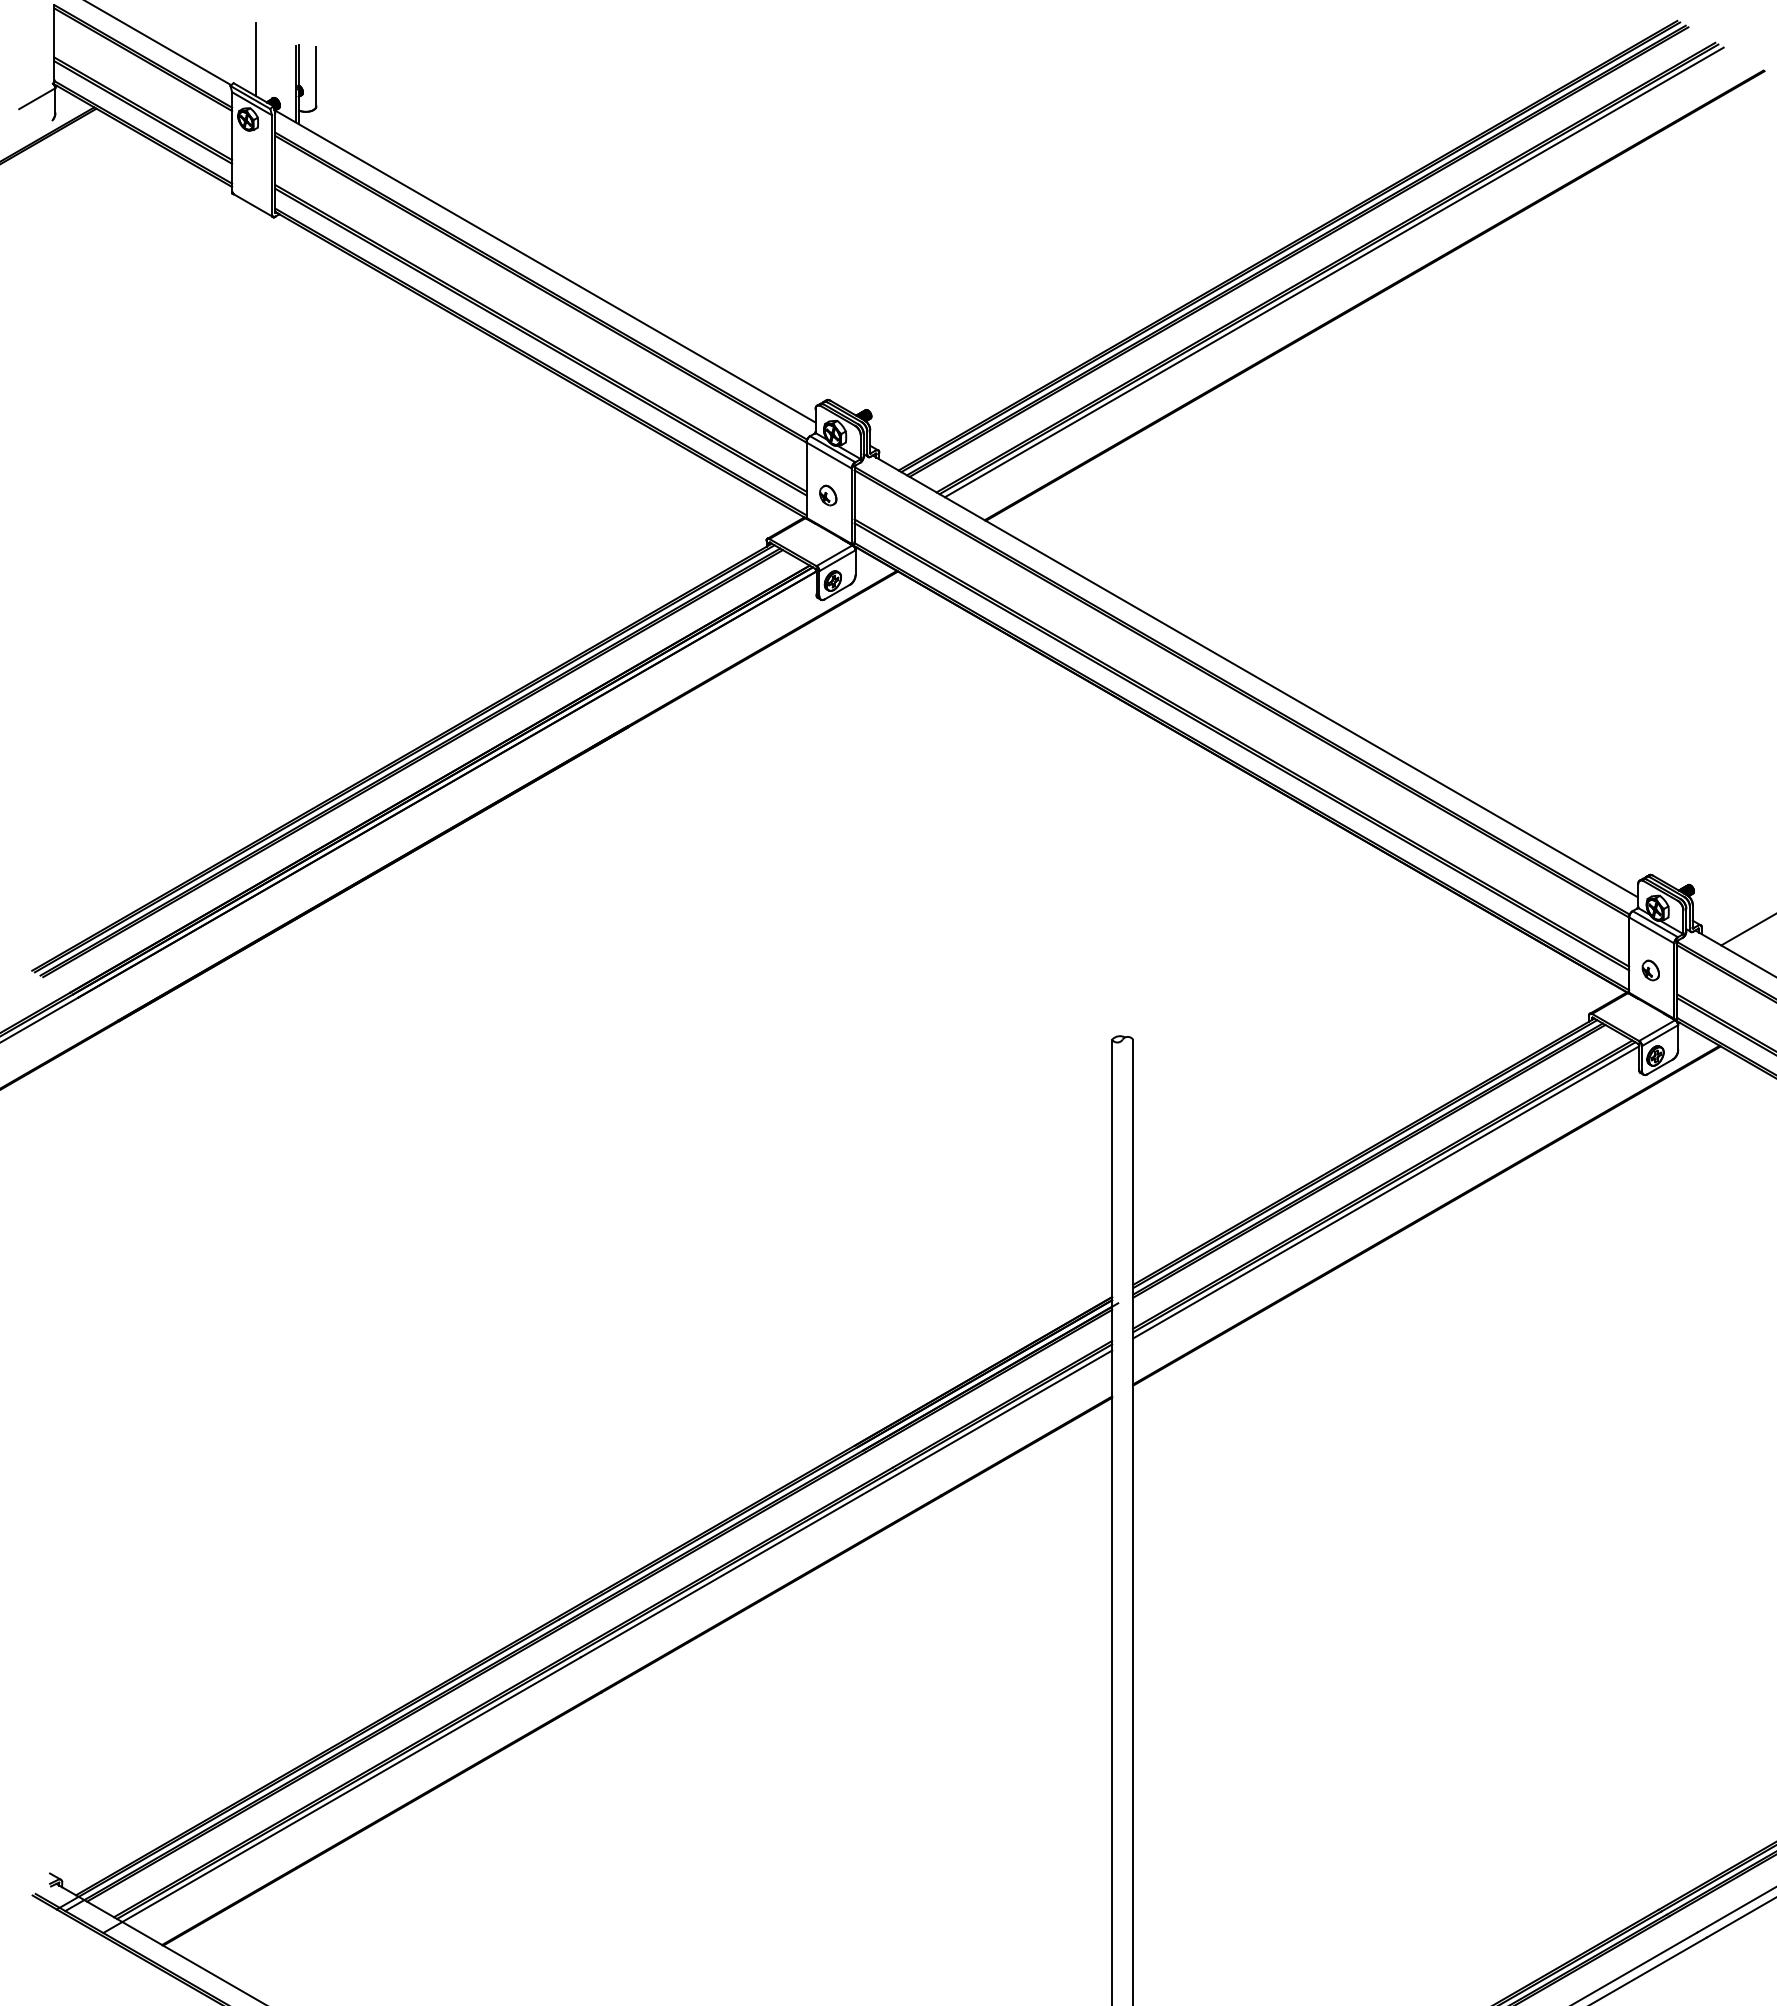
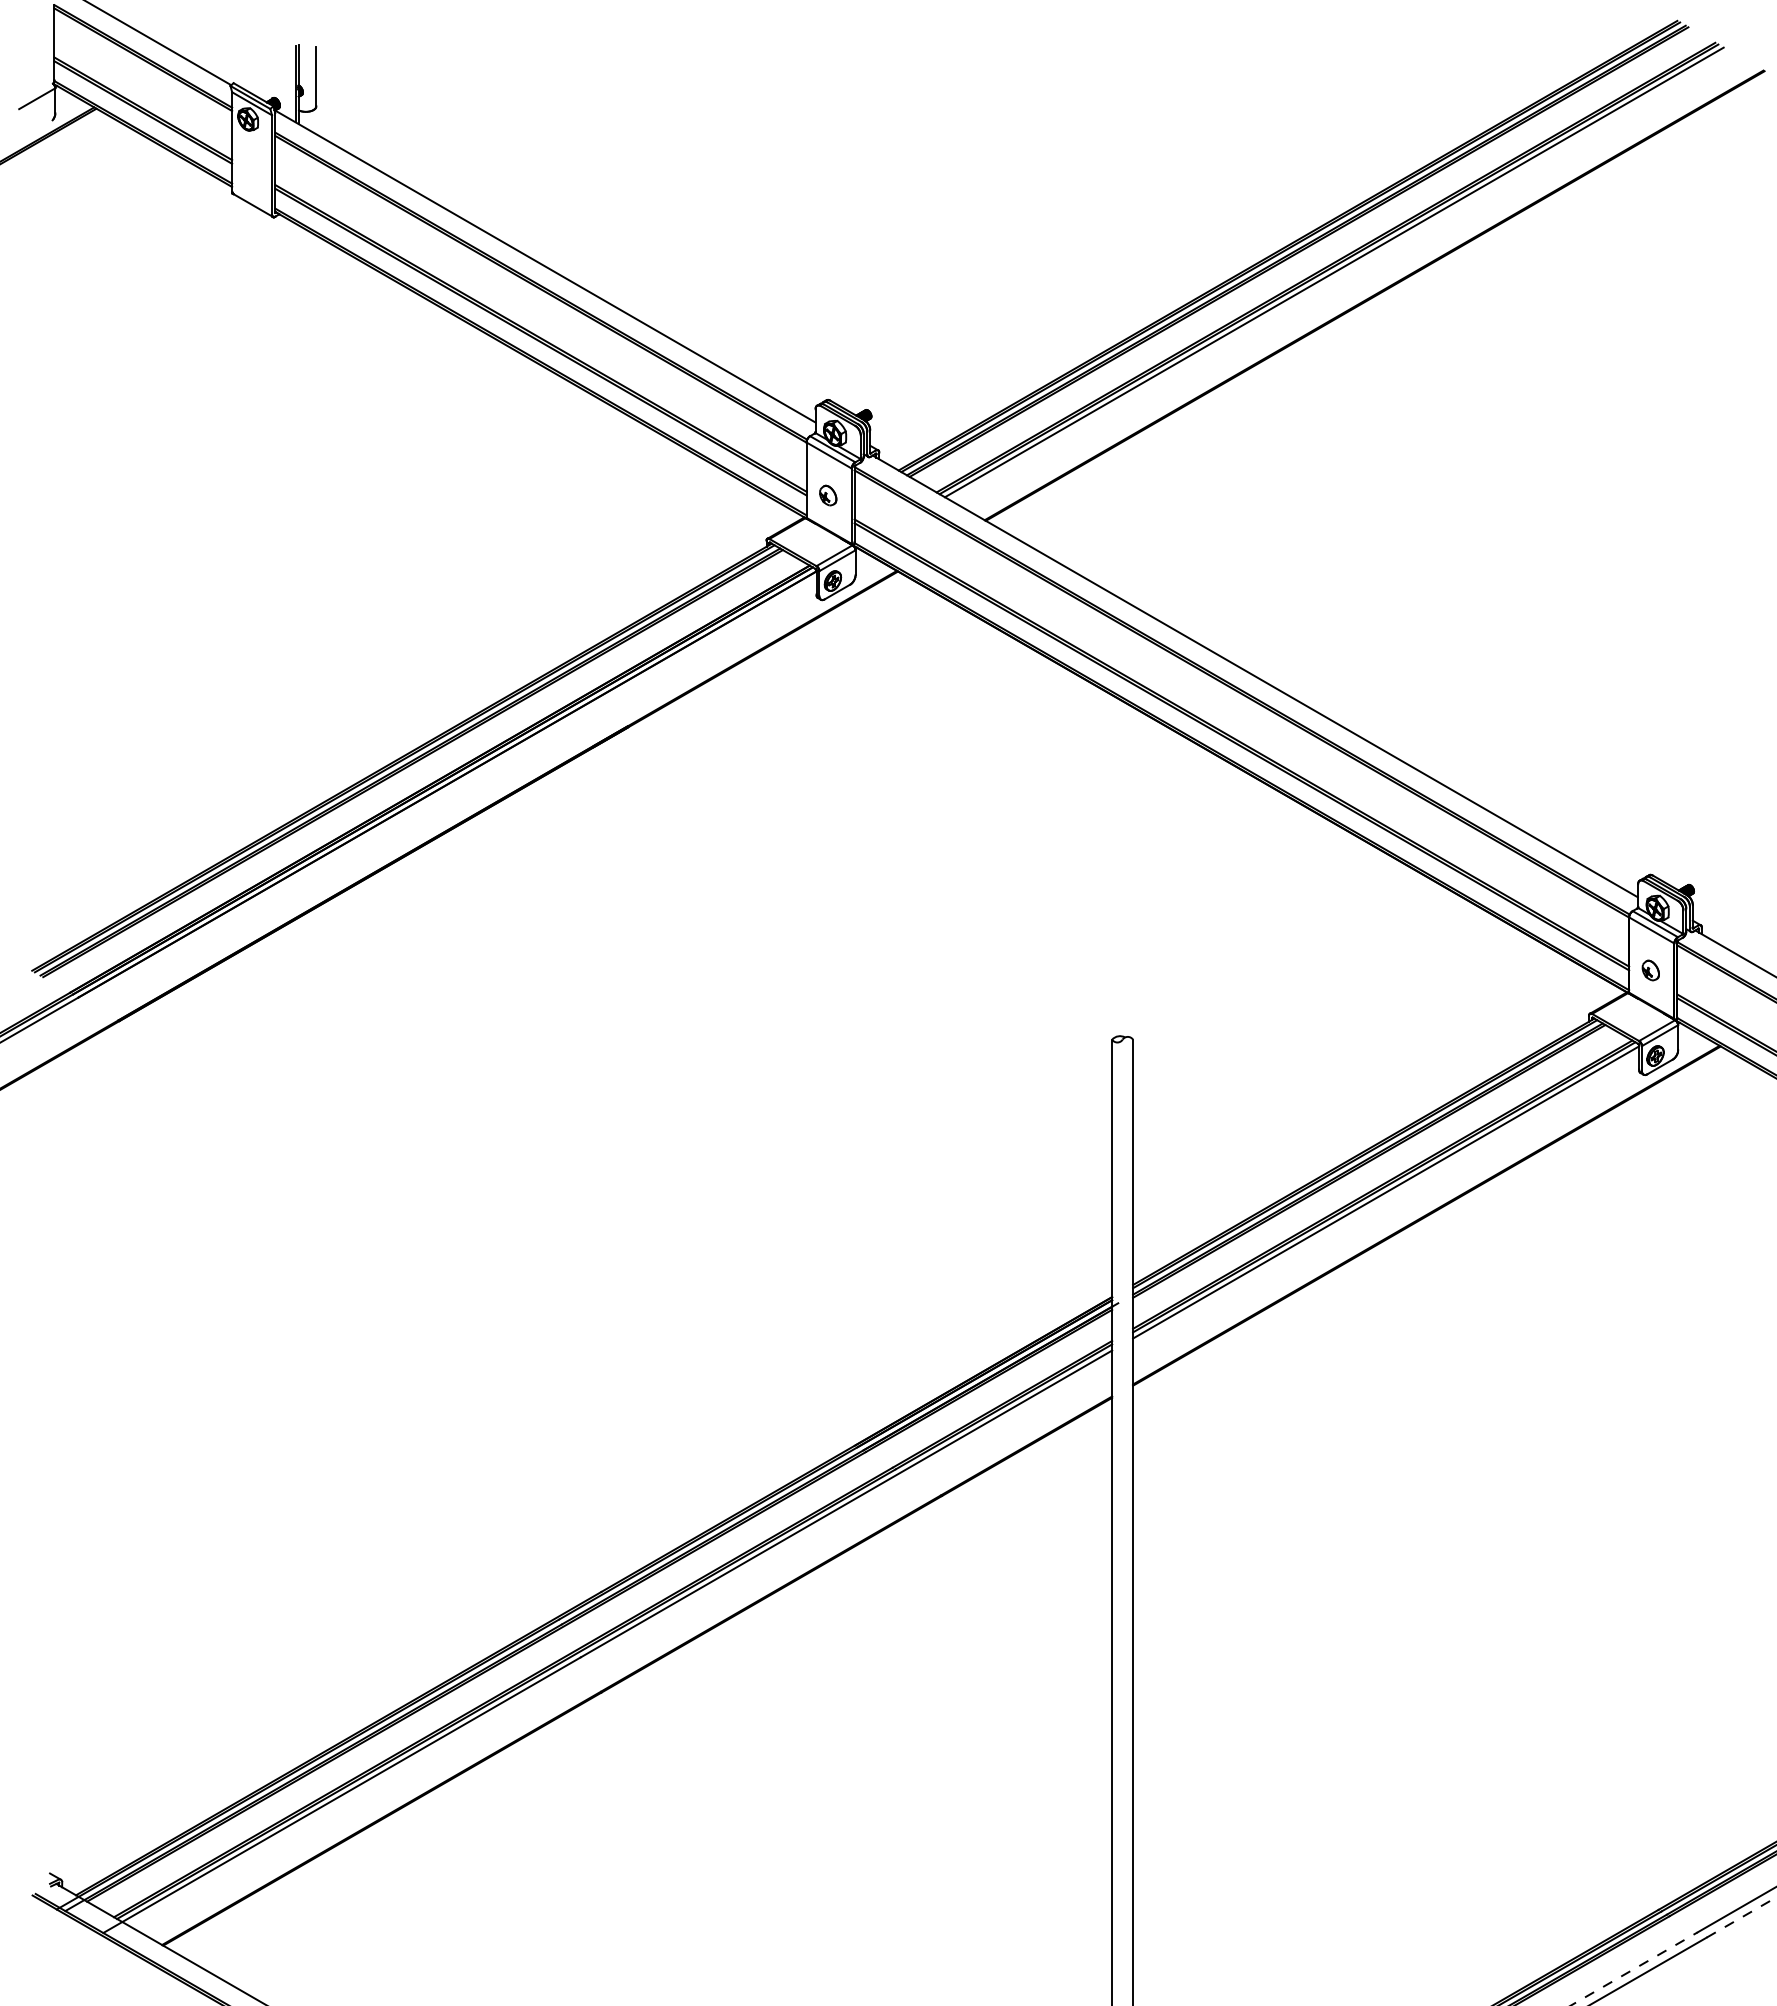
line at (255, 59): present -> none
line at (1747, 930): present -> none
line at (1742, 1917): solid -> dashed
line at (1634, 1968): solid -> dashed
